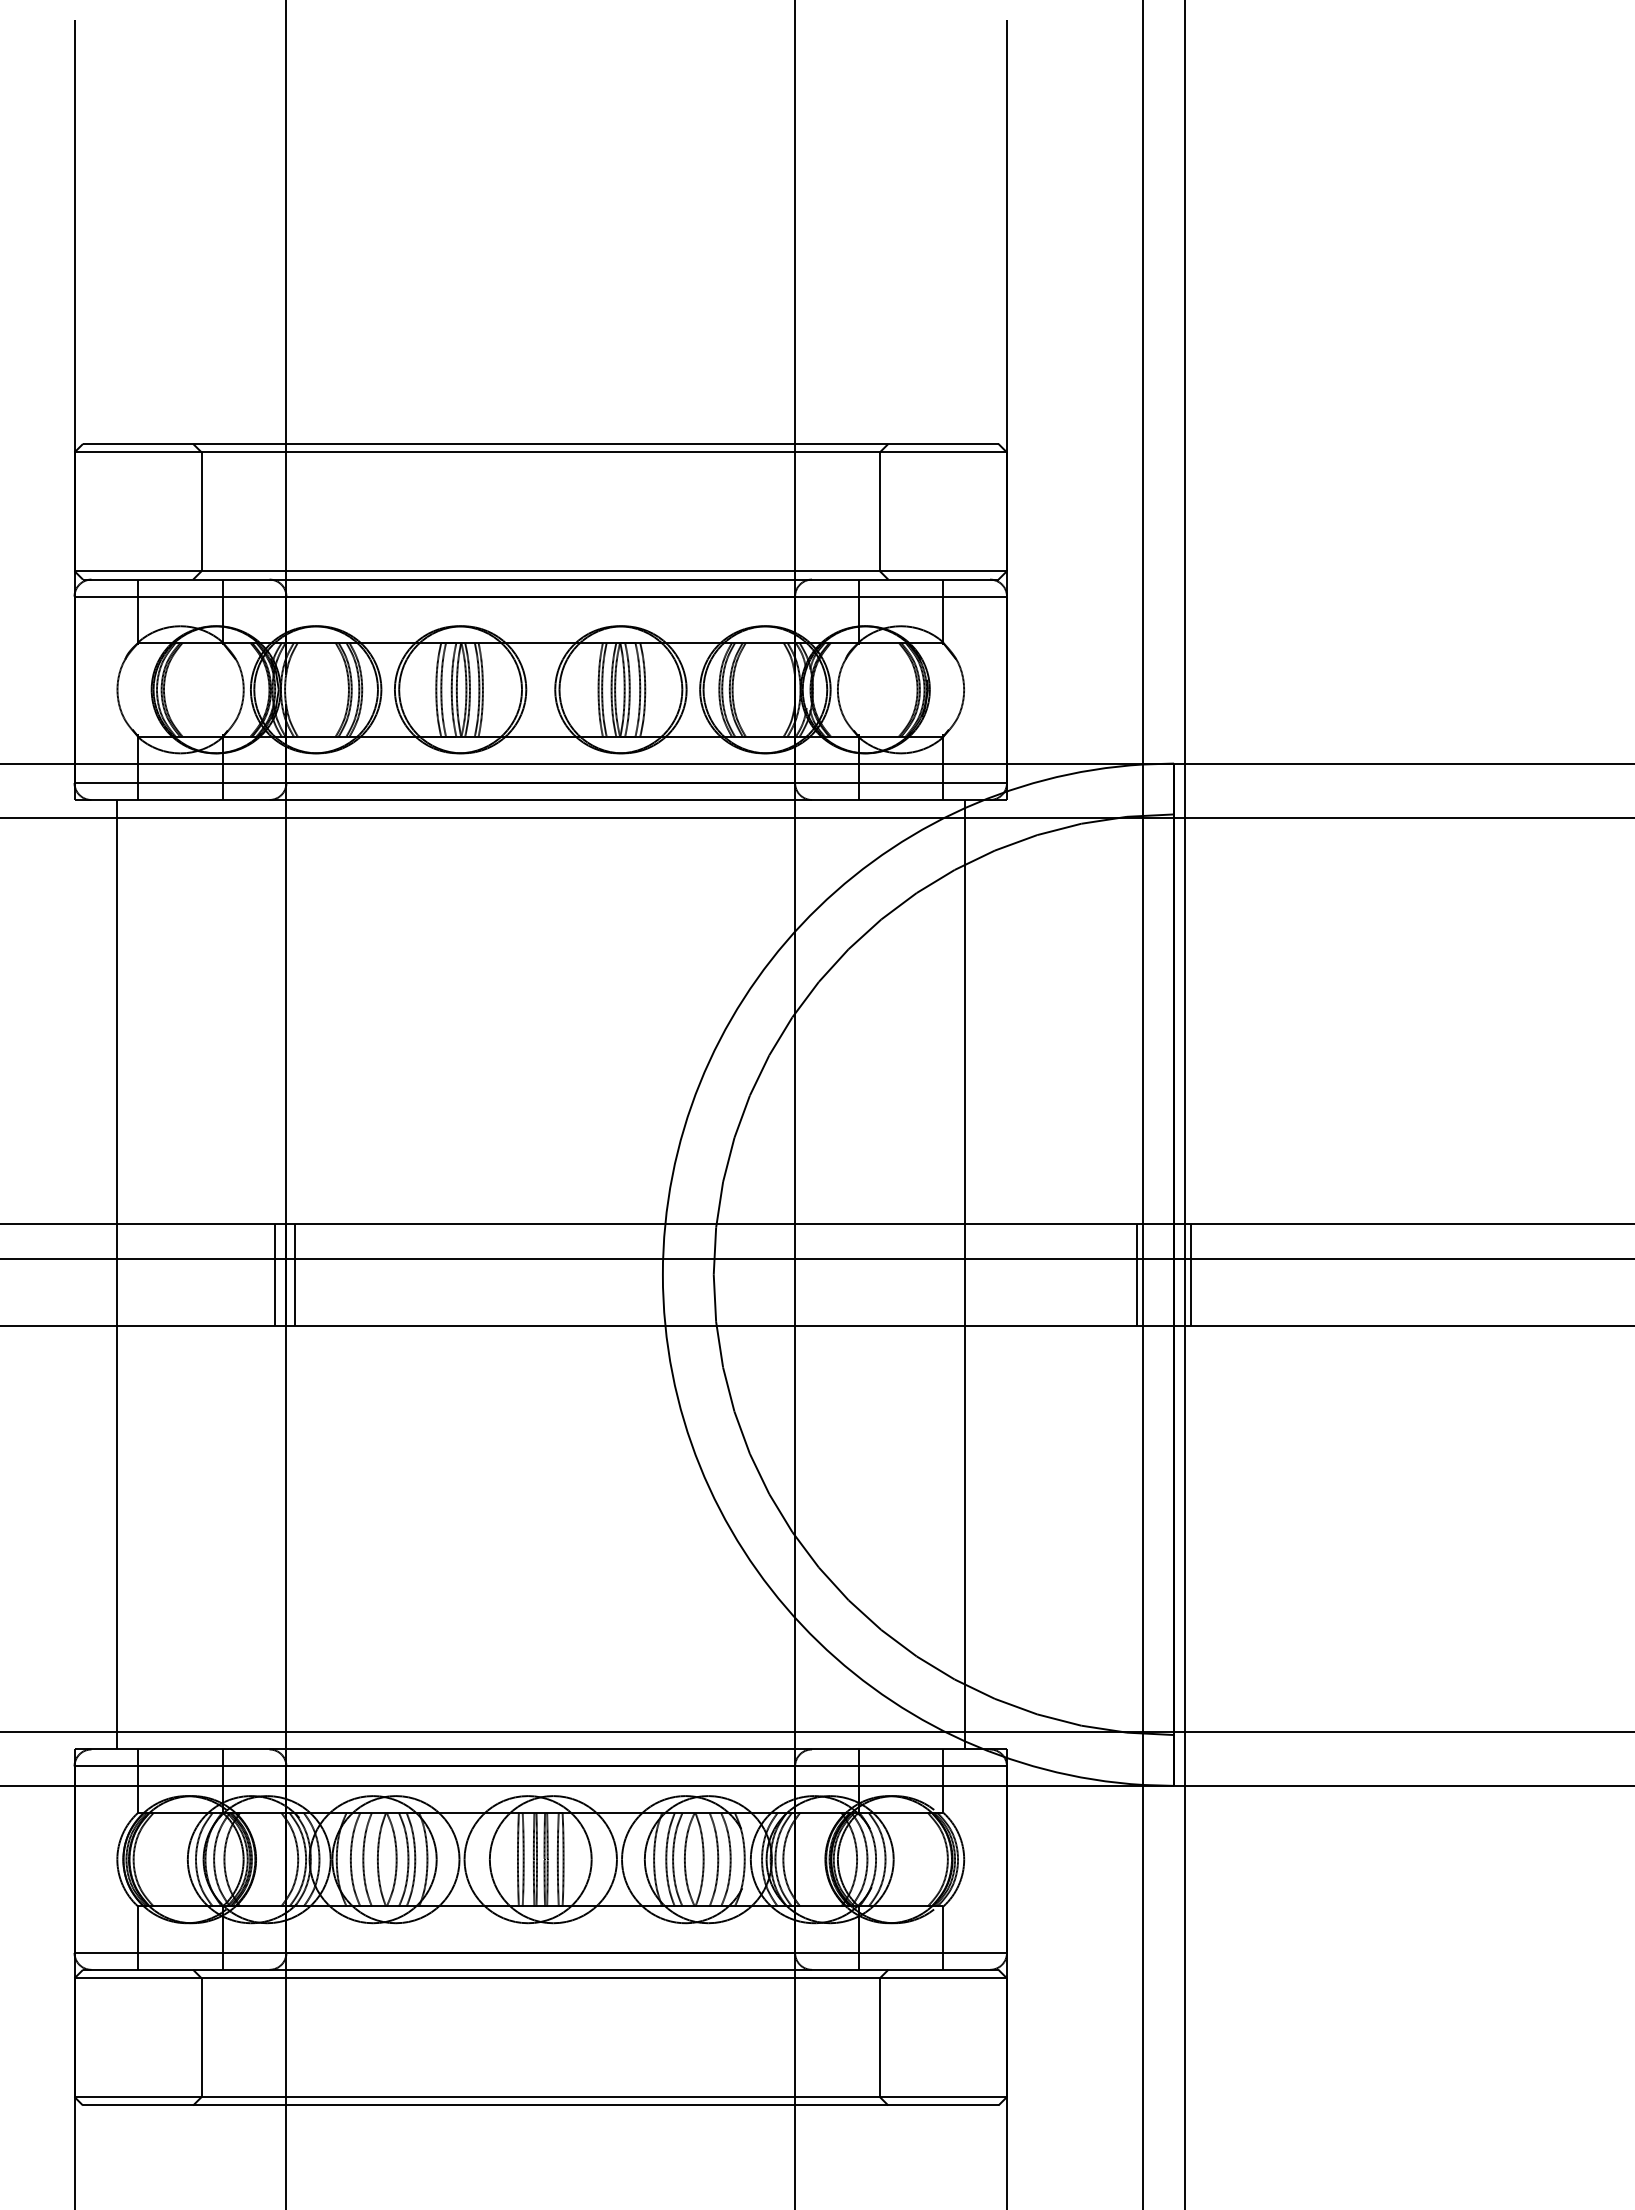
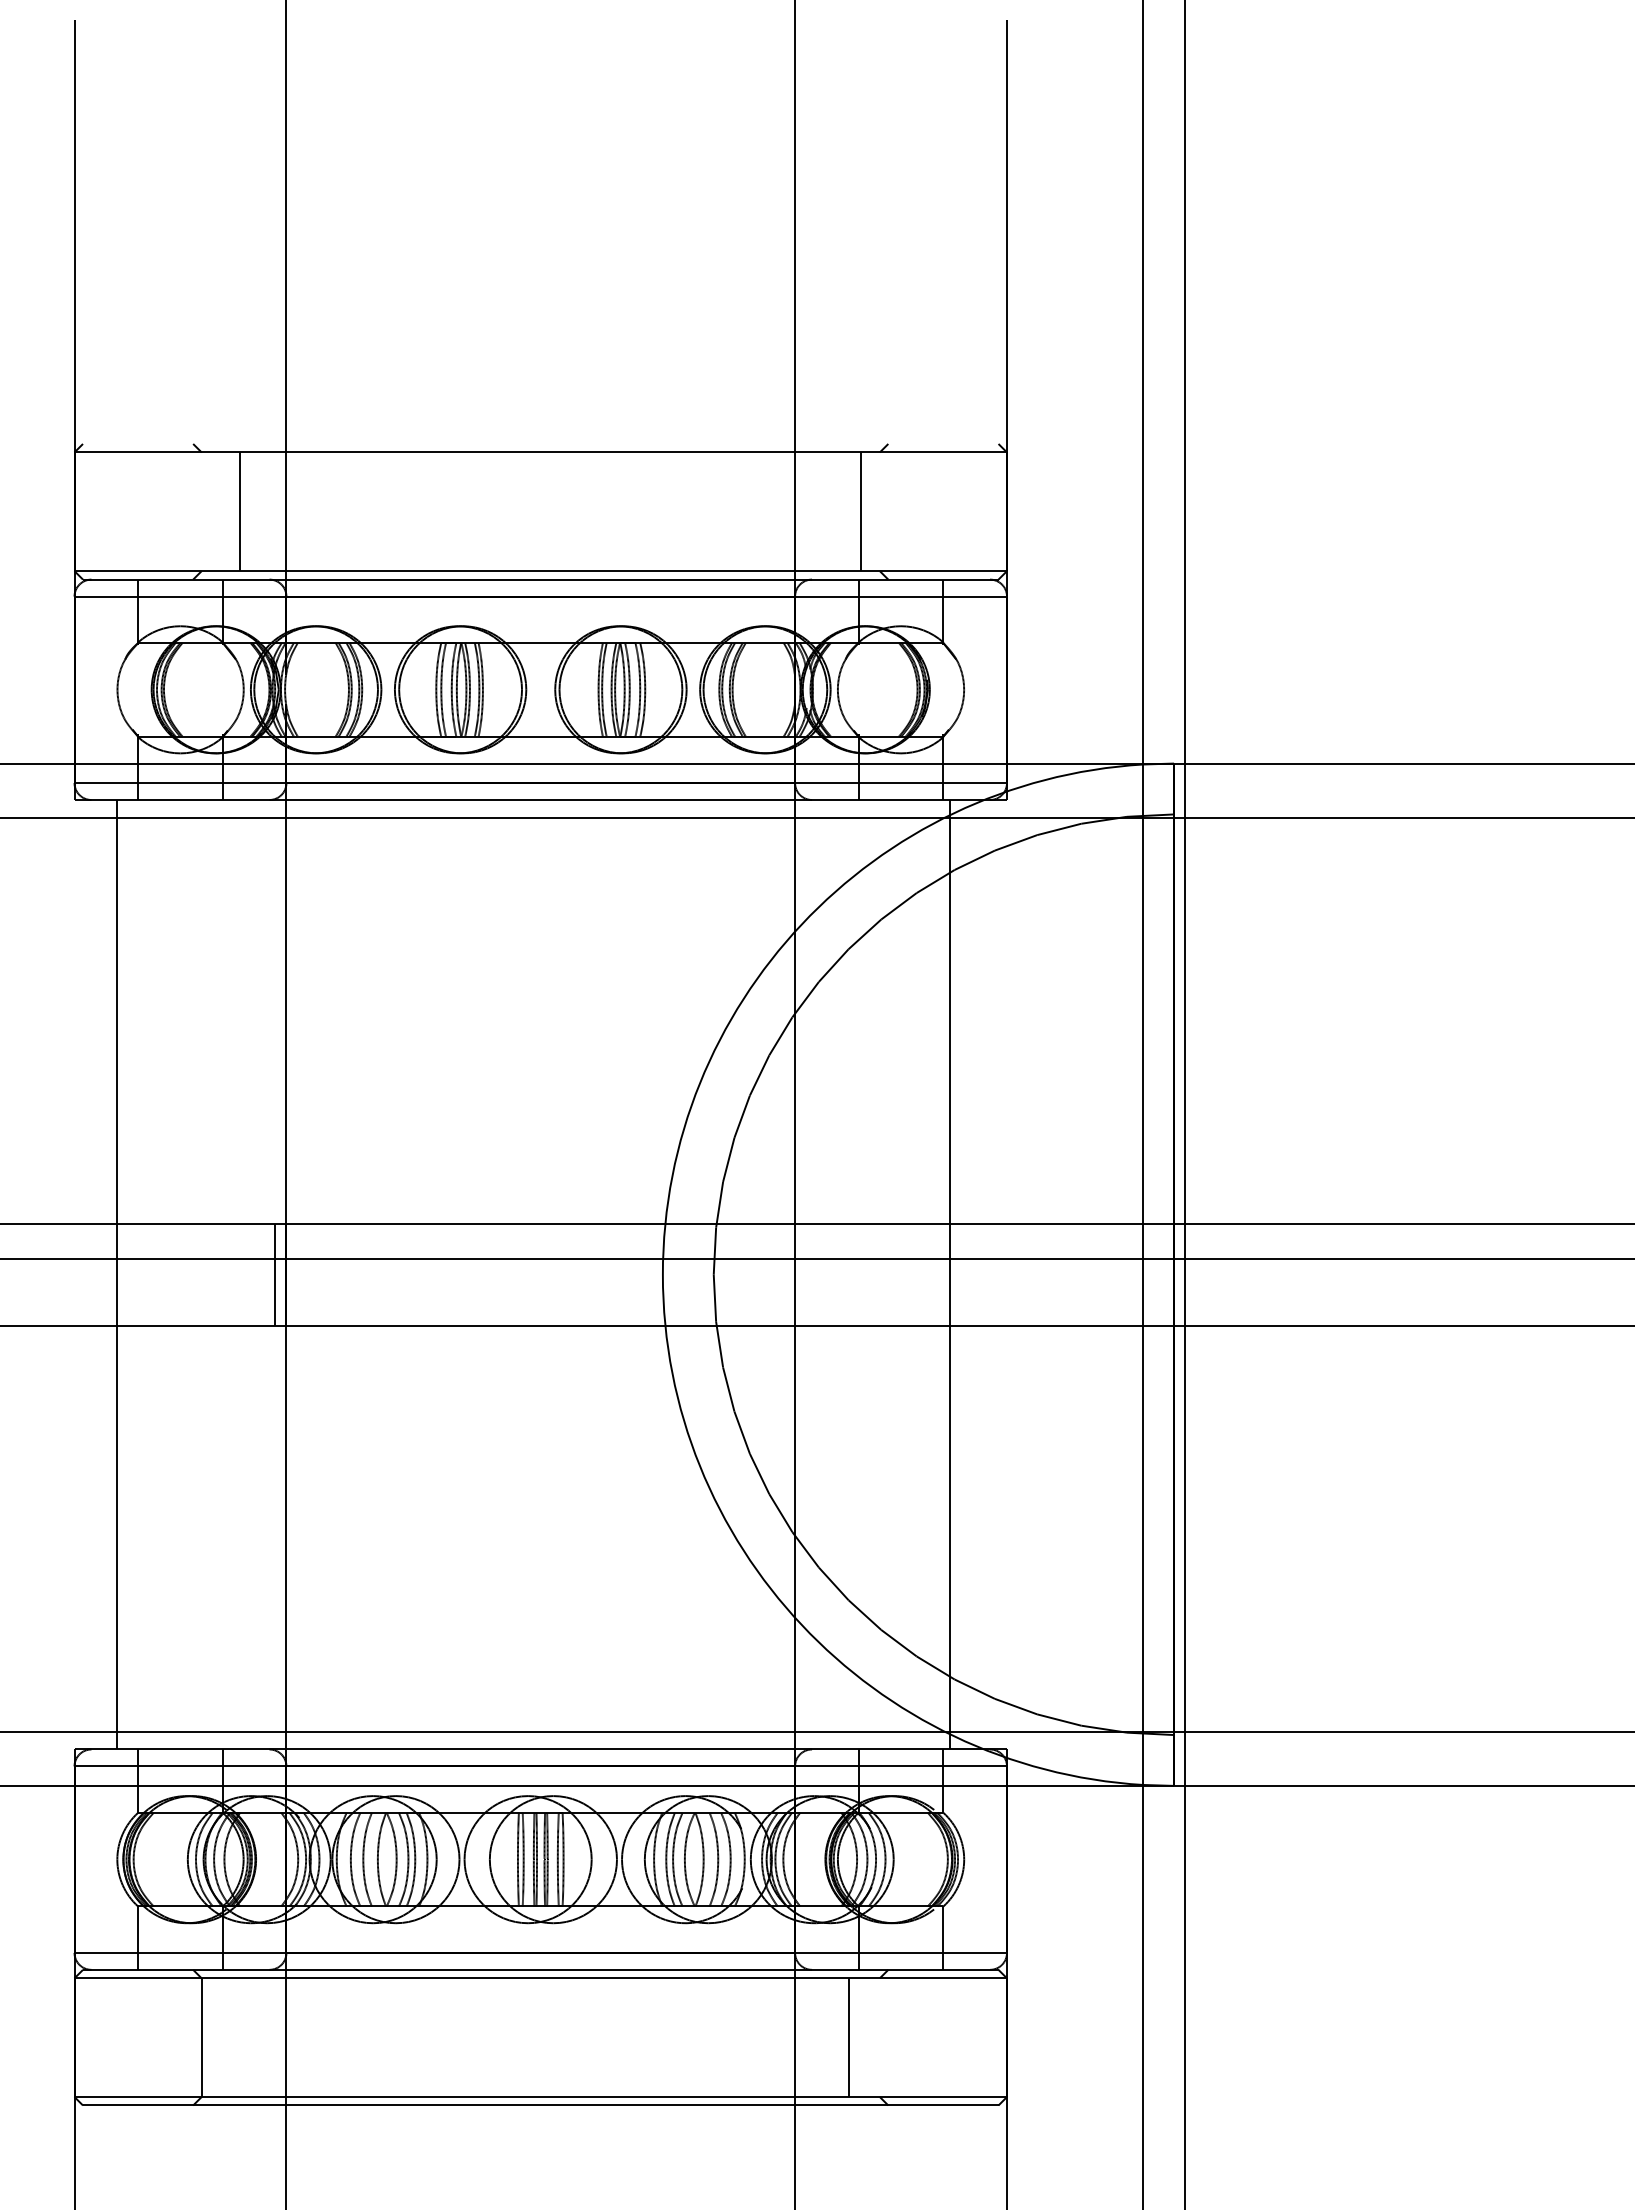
line at (540, 443): present -> none
line at (201, 511) position: (201, 511) -> (239, 511)
line at (879, 511) position: (879, 511) -> (860, 511)
line at (295, 1274): present -> none
line at (964, 1274) position: (964, 1274) -> (949, 1274)
line at (1137, 1274): present -> none
line at (1191, 1274): present -> none
line at (879, 2037) position: (879, 2037) -> (848, 2037)
